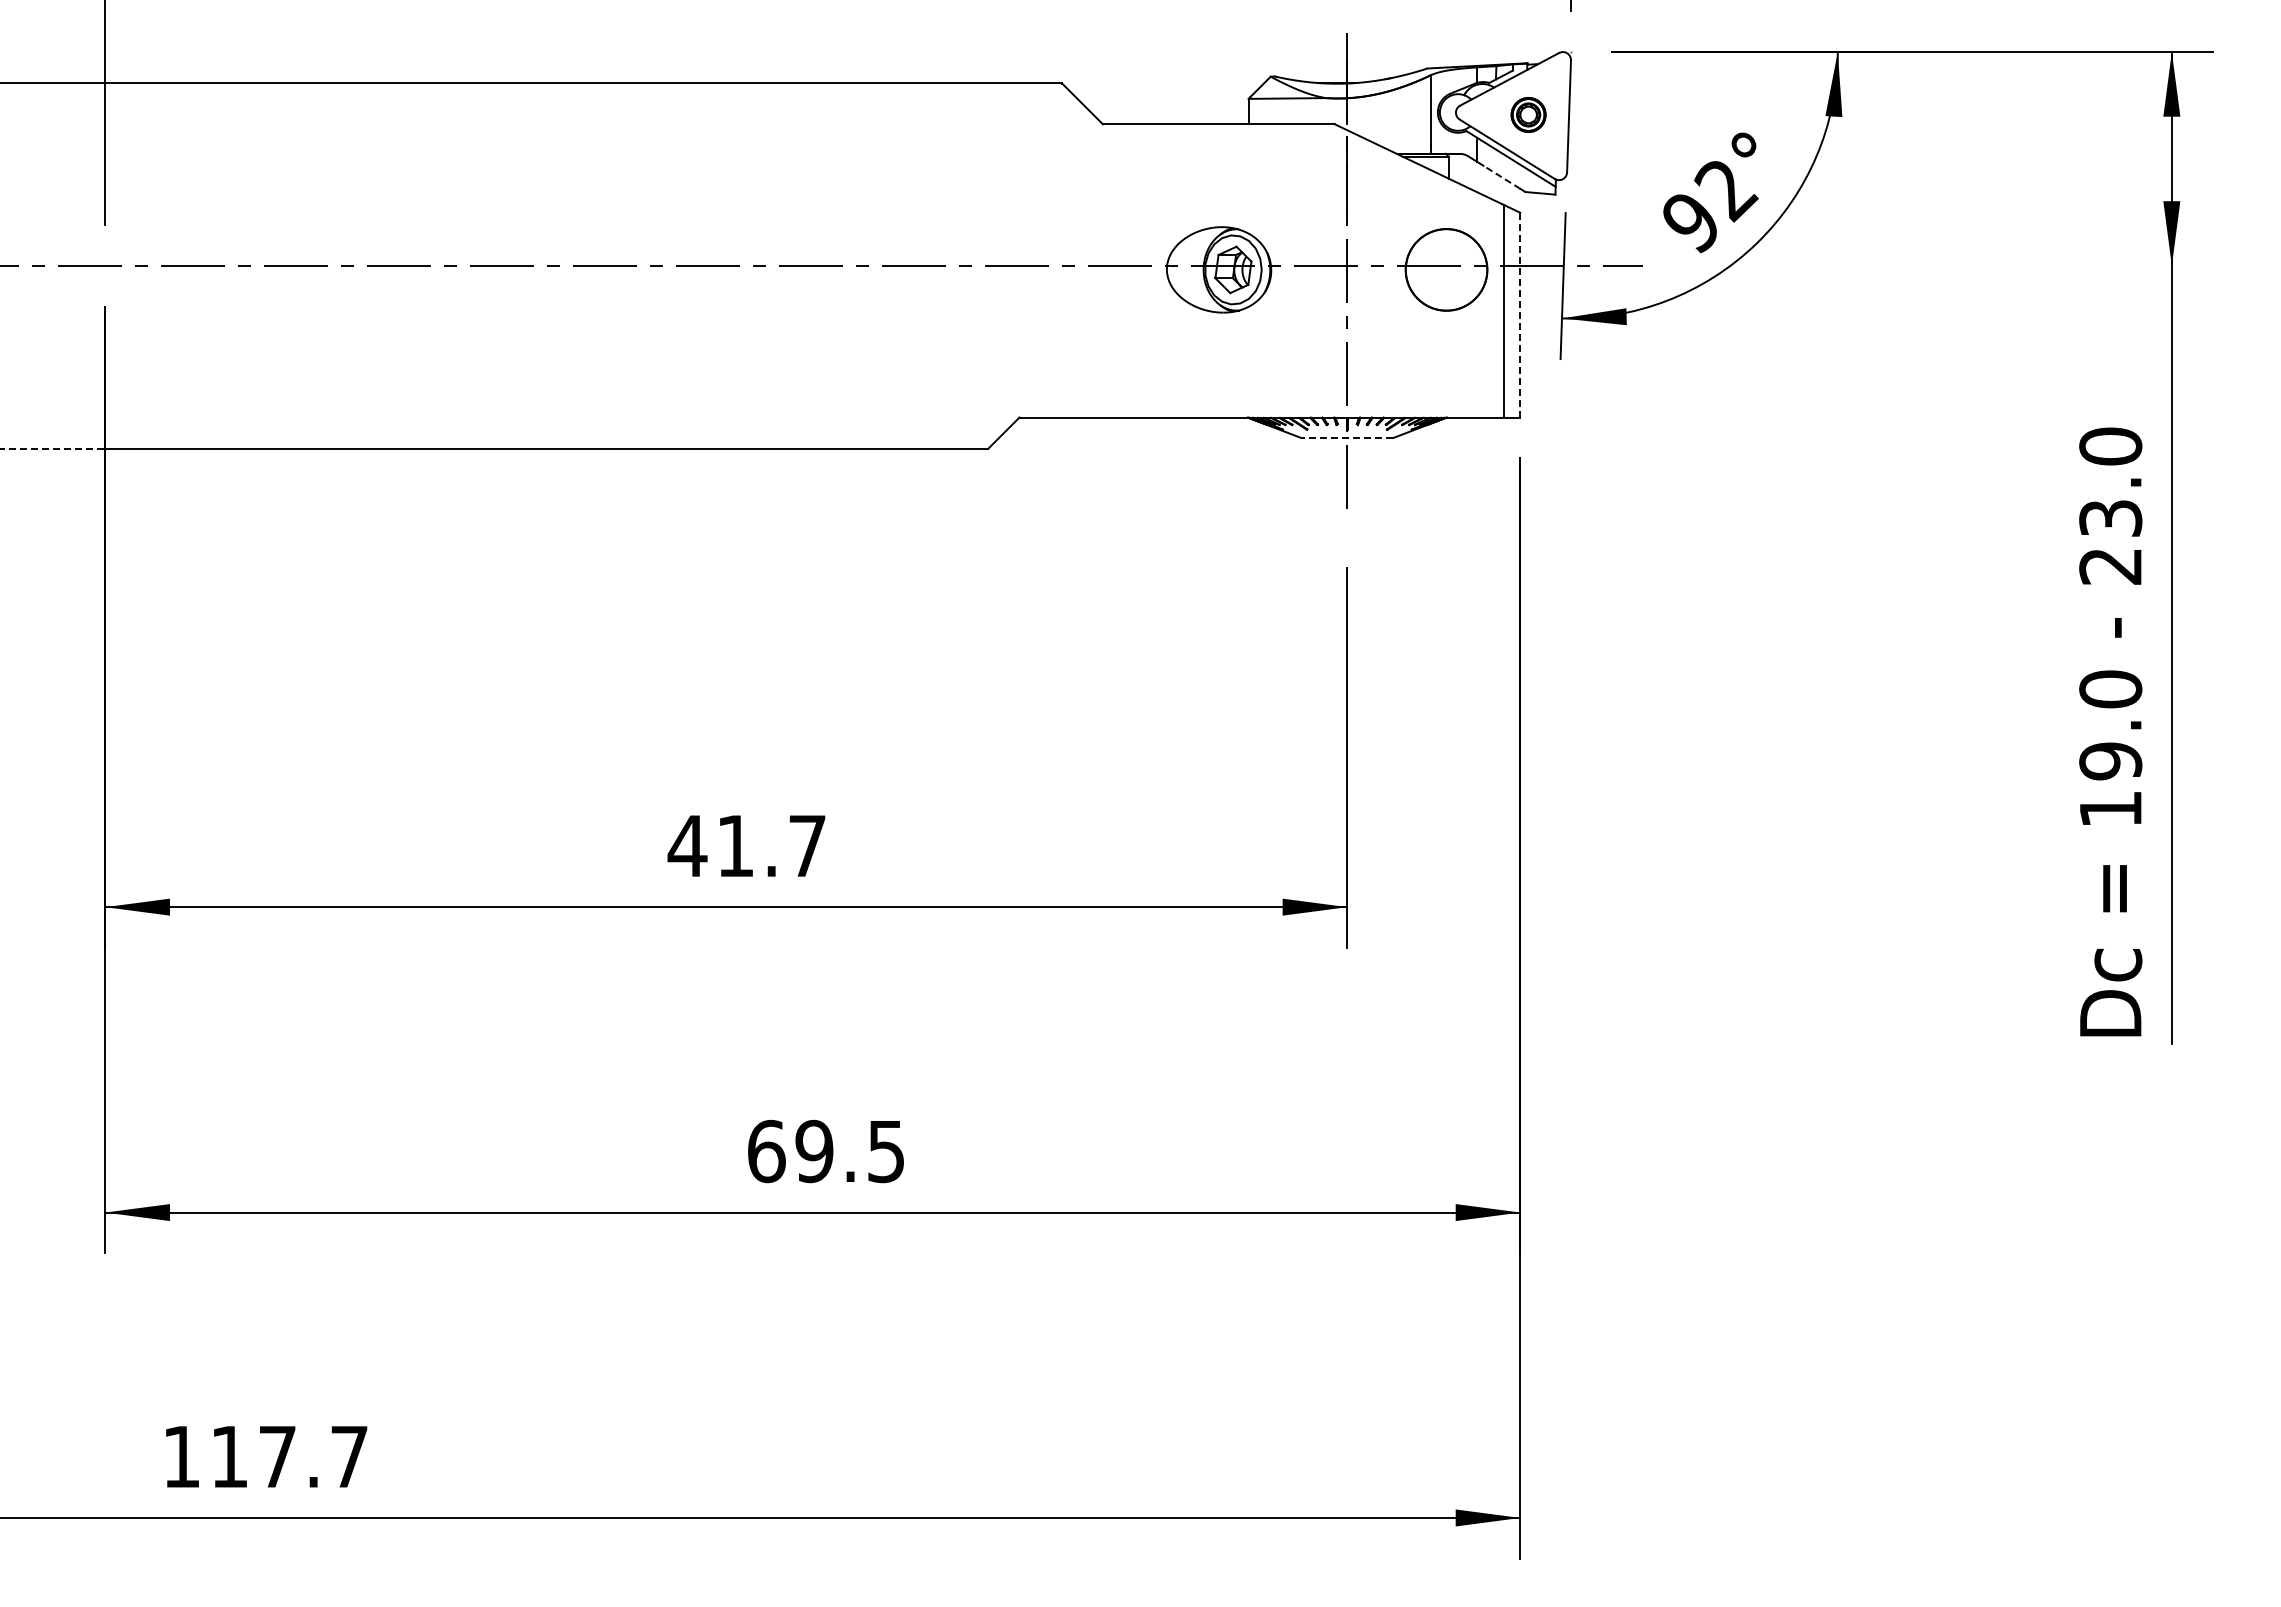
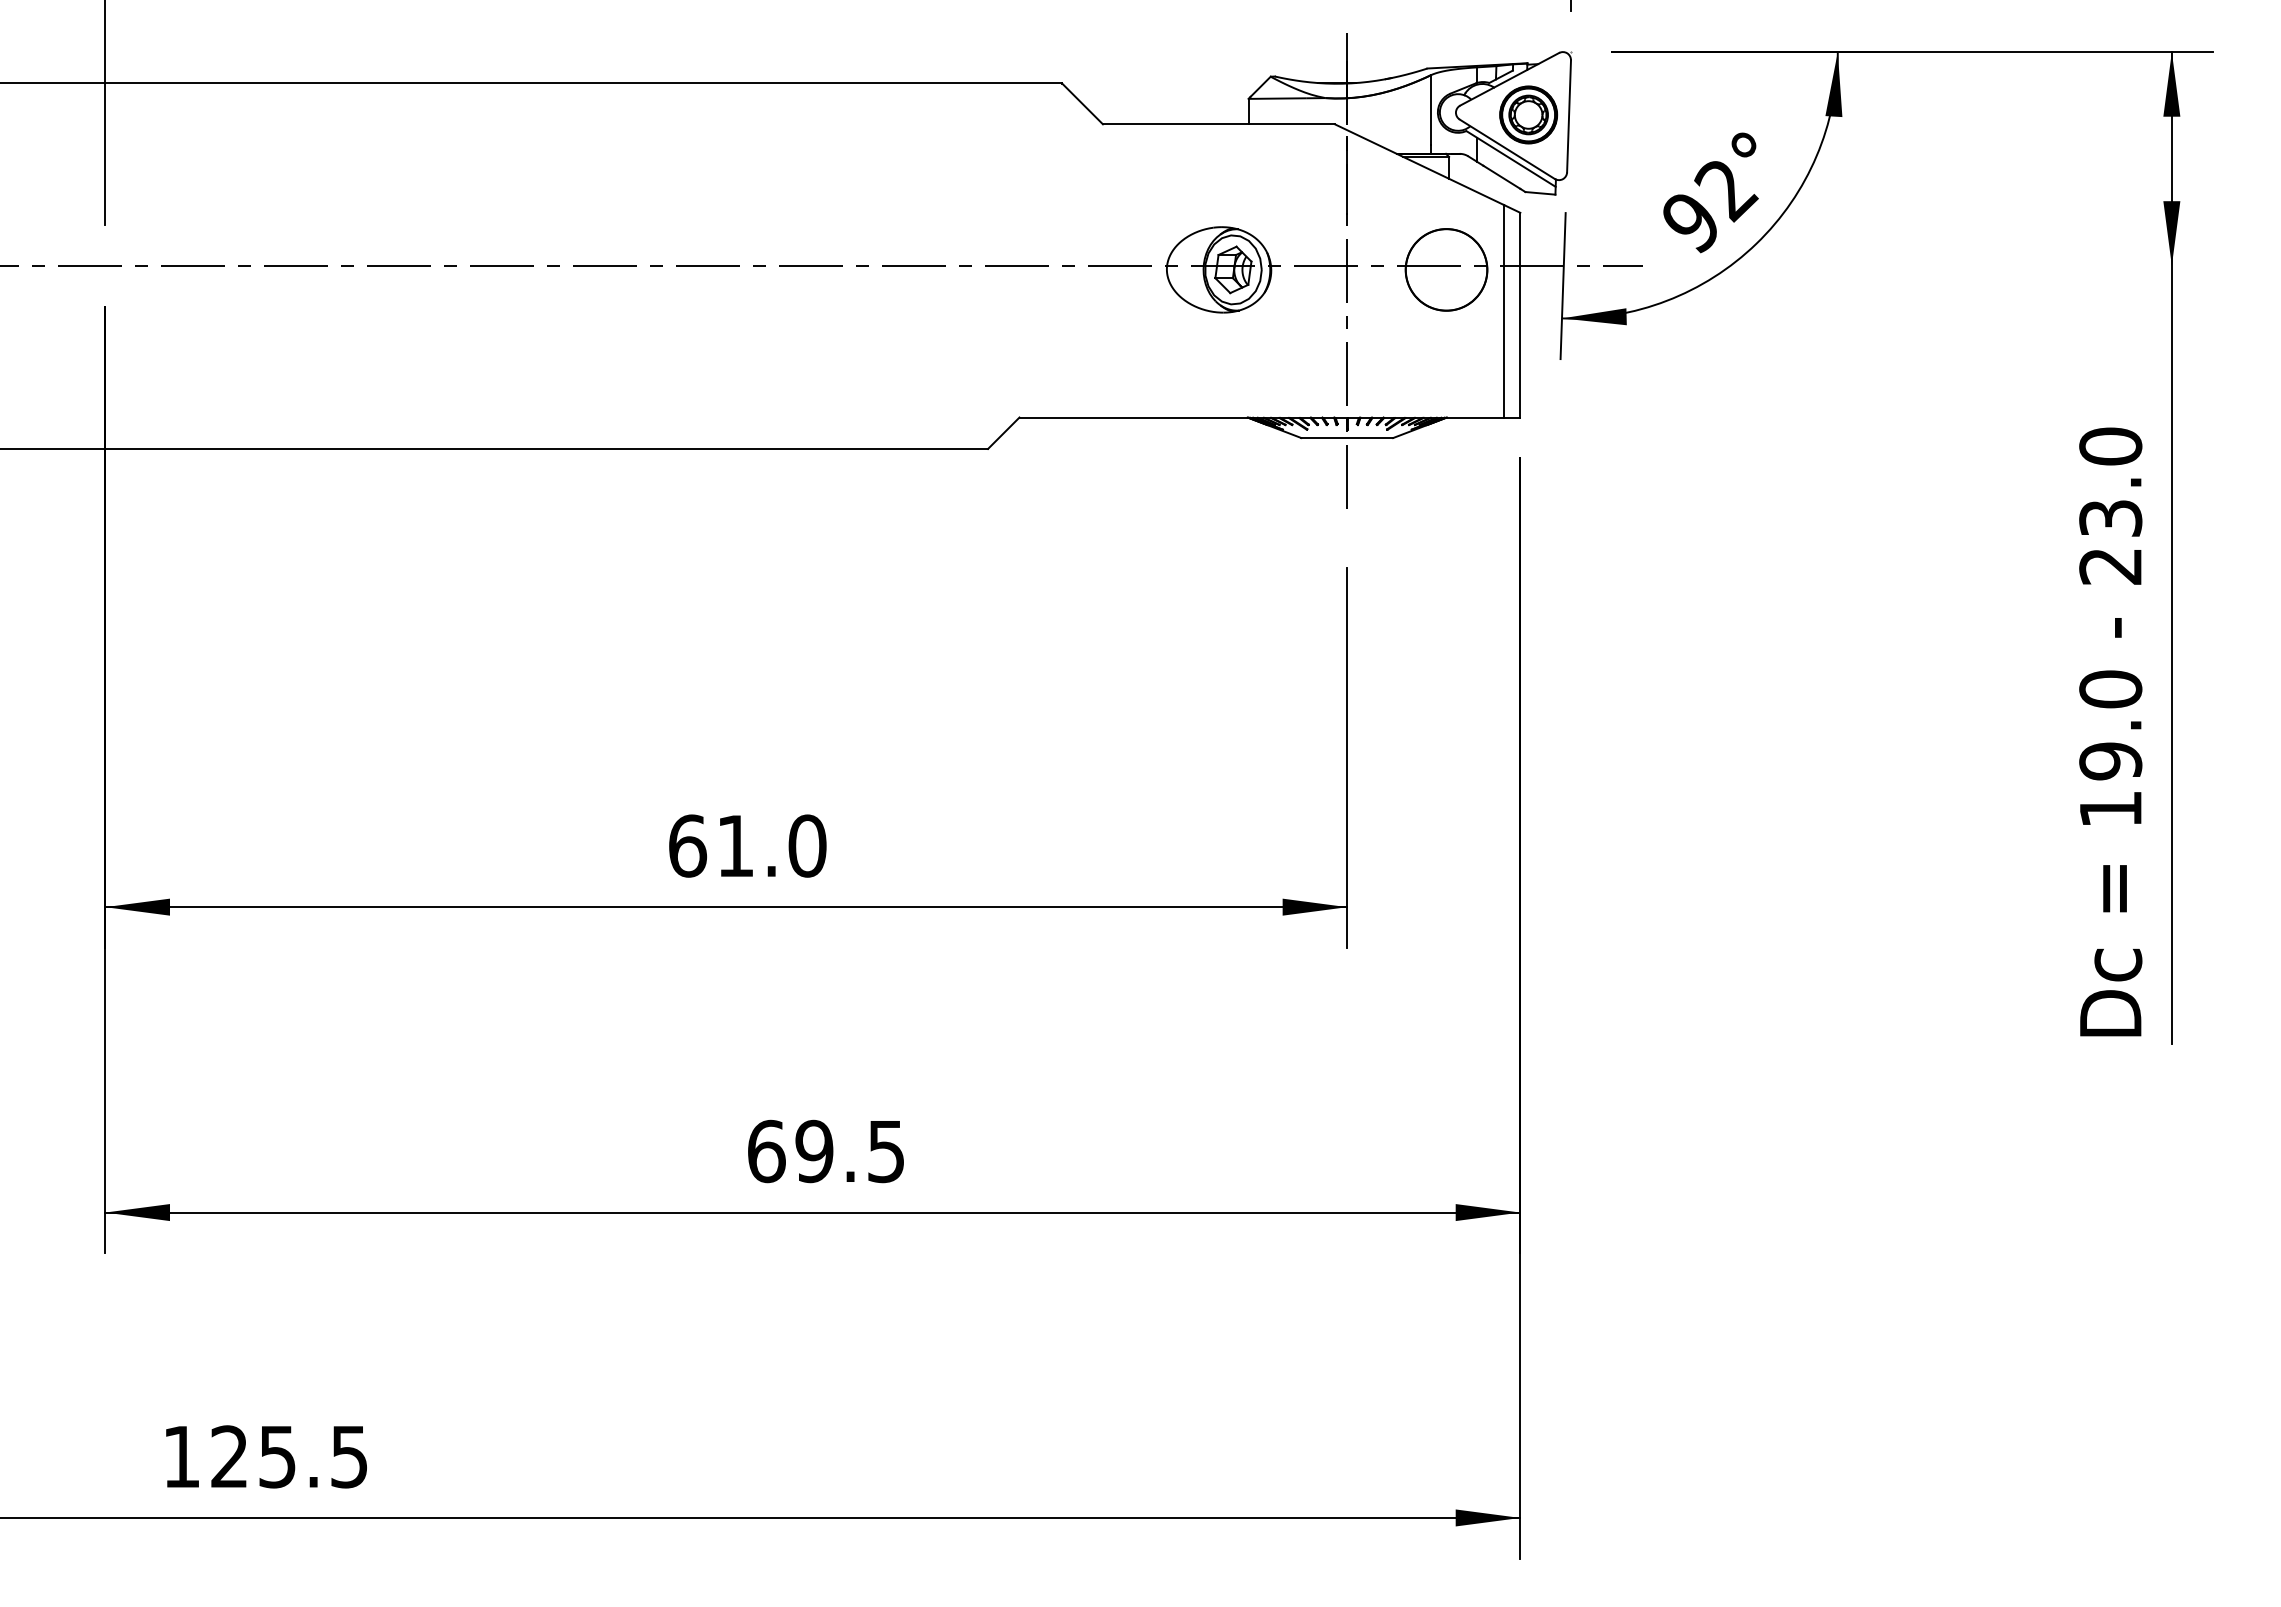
part at (1528, 114) size: 37x36 px -> 59x60 px
line at (1501, 177): dashed -> solid
line at (1520, 314): dashed -> solid
line at (1347, 438): dashed -> solid
line at (53, 448): dashed -> solid
text at (746, 845): 41.7 -> 61.0
text at (289, 1456): 117.7 -> 125.5
